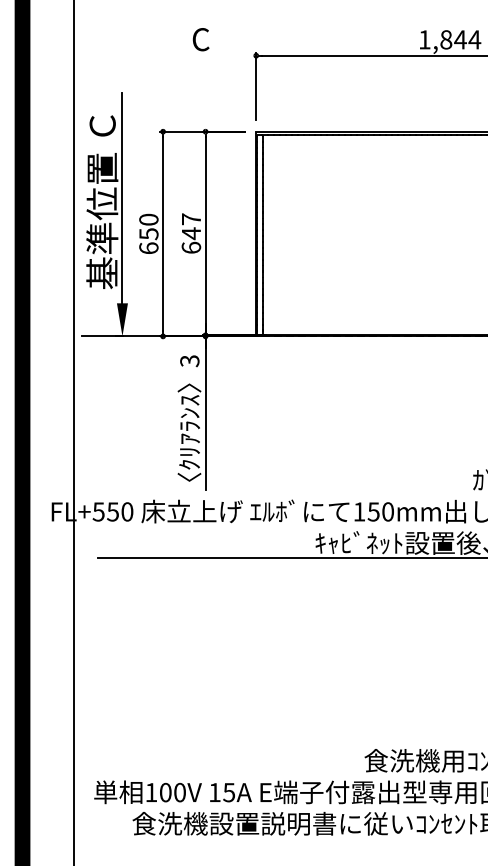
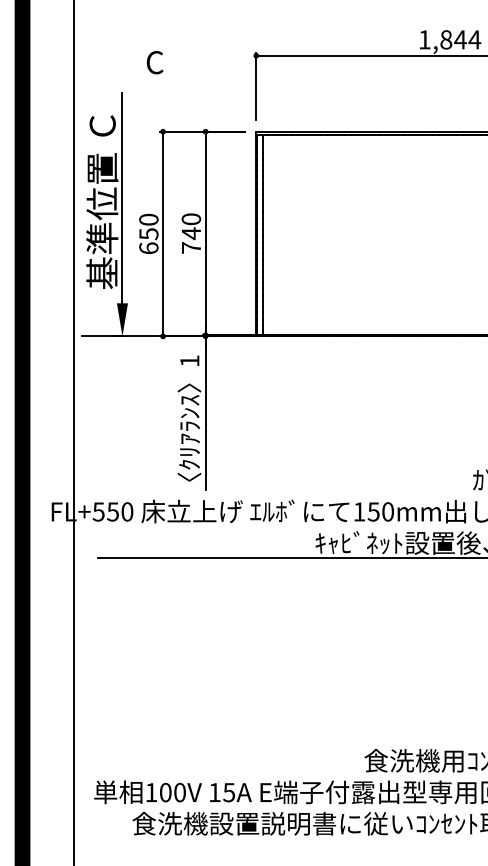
text at (200, 39) position: (200, 39) -> (154, 62)
text at (191, 233): 647 -> 740
text at (189, 361): 3 -> 1
